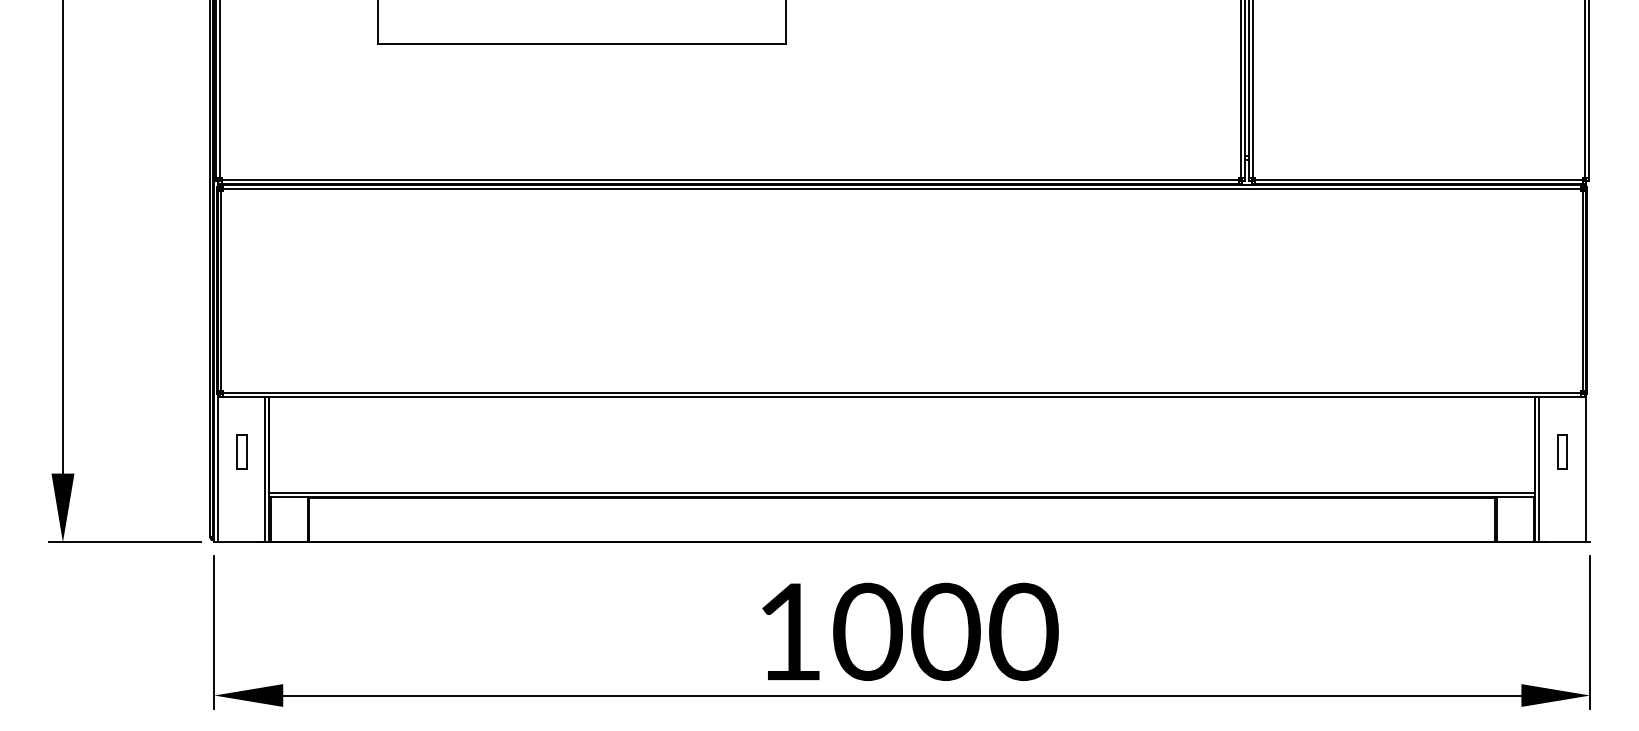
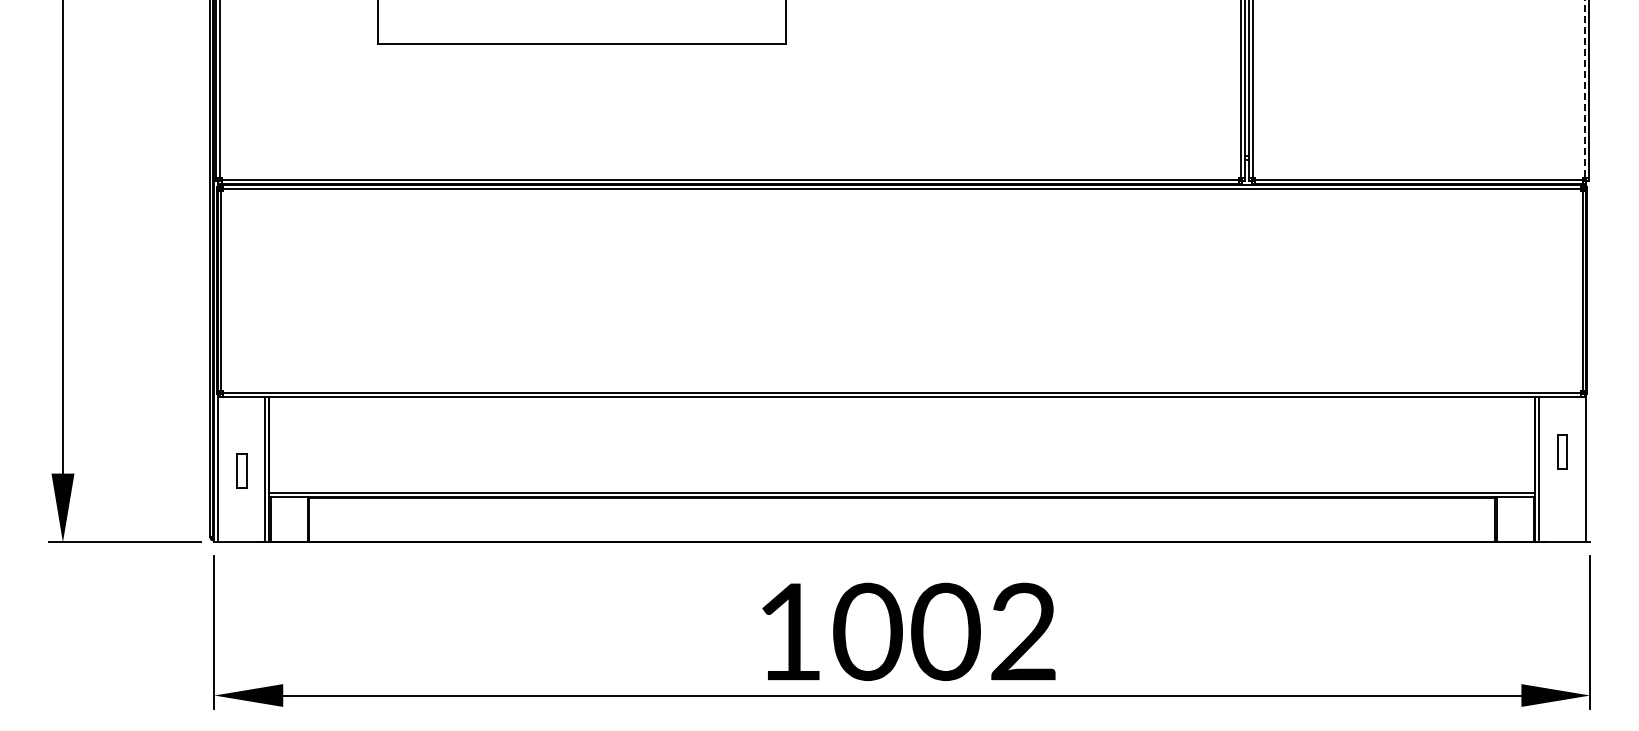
line at (1584, 89): solid -> dashed
part at (241, 451) position: (241, 451) -> (241, 470)
text at (1023, 632): 1000 -> 1002
